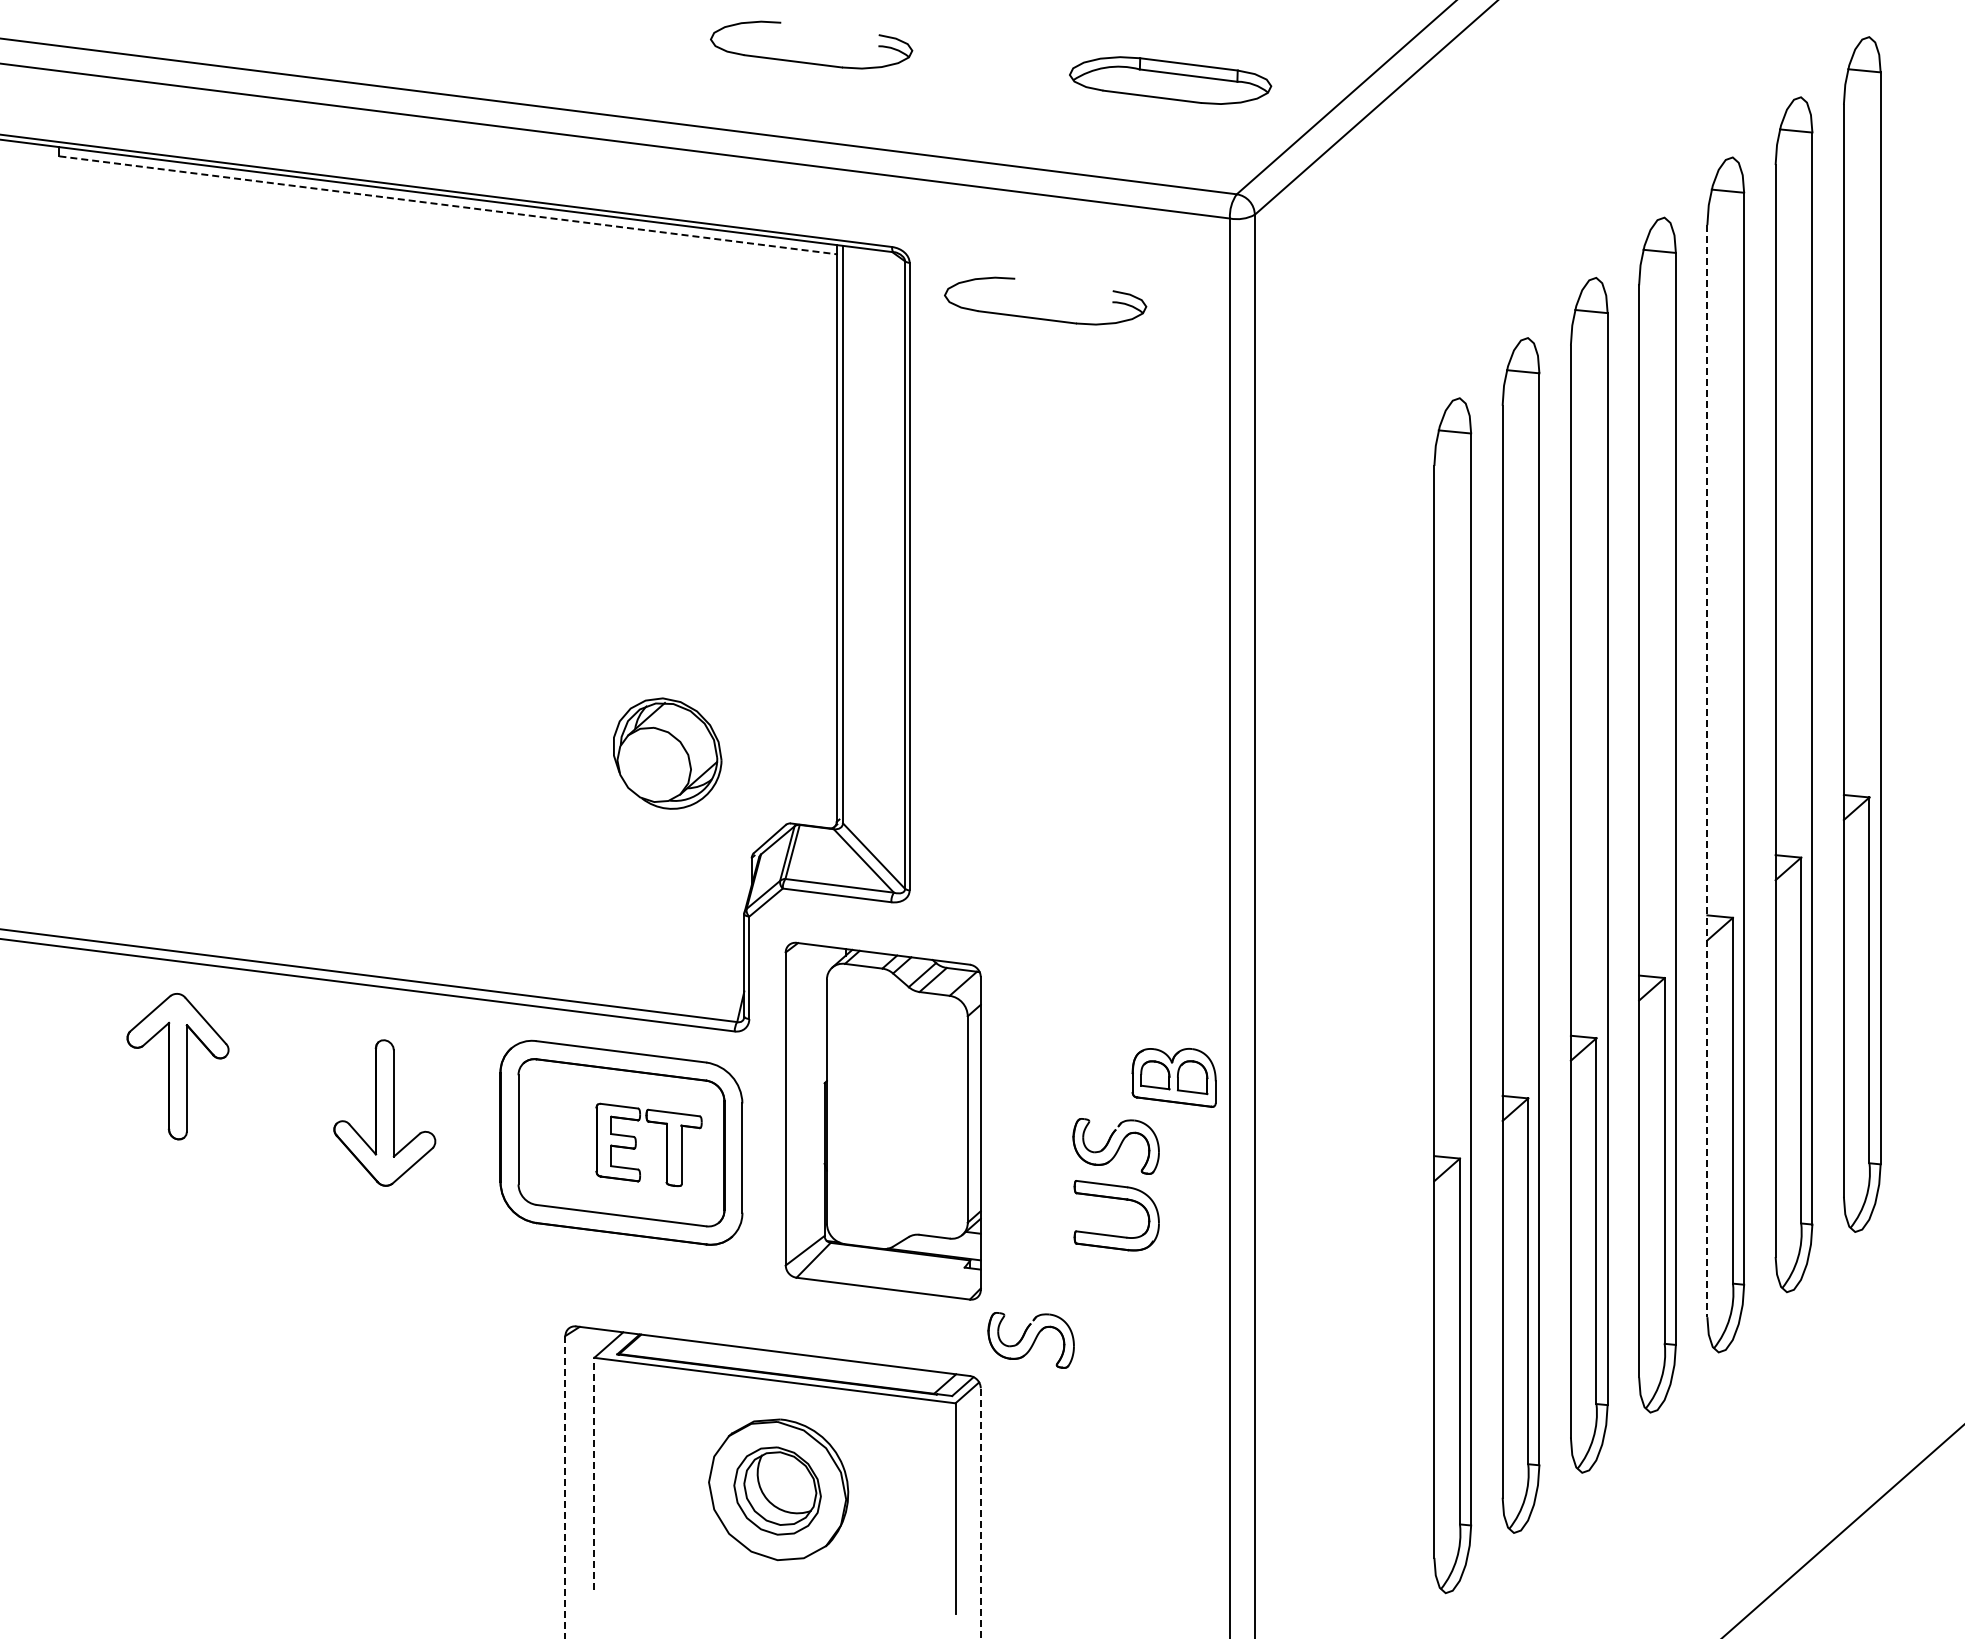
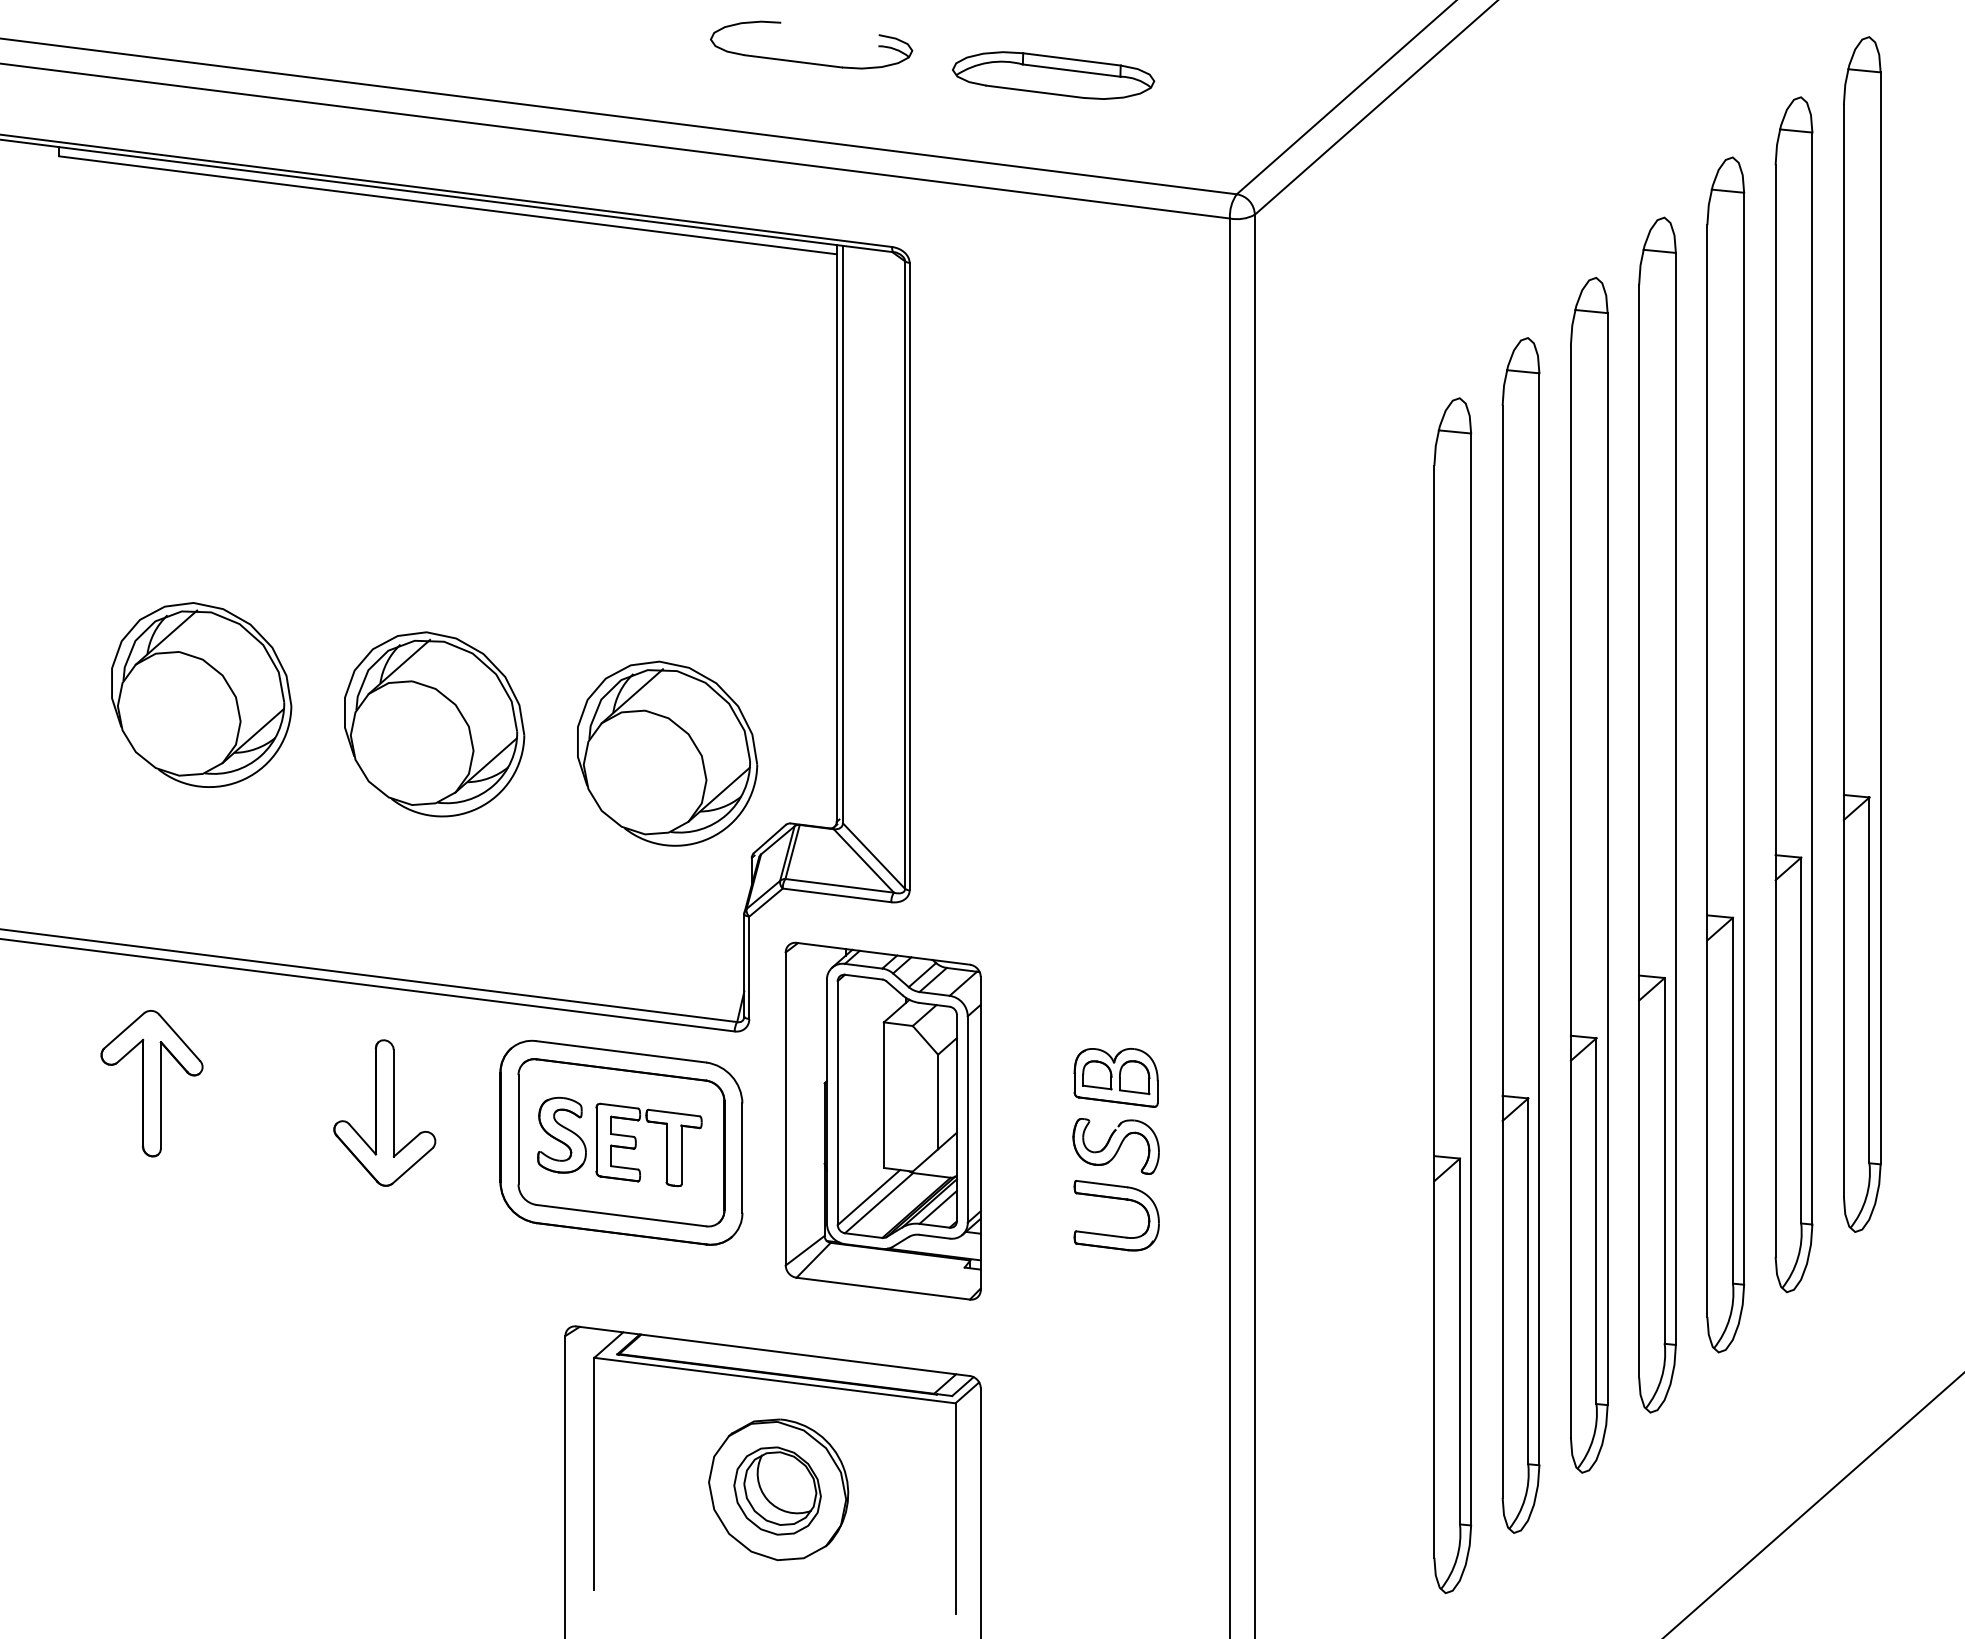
part at (1170, 80) position: (1170, 80) -> (1053, 75)
line at (448, 205): dashed -> solid
part at (1045, 318): present -> none
part at (201, 694): none -> present
part at (434, 724): none -> present
part at (667, 753) size: 110x113 px -> 182x187 px
line at (1707, 771): dashed -> solid
part at (177, 1066) position: (177, 1066) -> (151, 1083)
part at (1173, 1077) position: (1173, 1077) -> (1115, 1077)
part at (896, 1105): none -> present
part at (561, 1134): none -> present
part at (1030, 1340): present -> none
line at (594, 1473): dashed -> solid
line at (565, 1487): dashed -> solid
line at (980, 1513): dashed -> solid
line at (1842, 1531) position: (1842, 1531) -> (1813, 1505)
